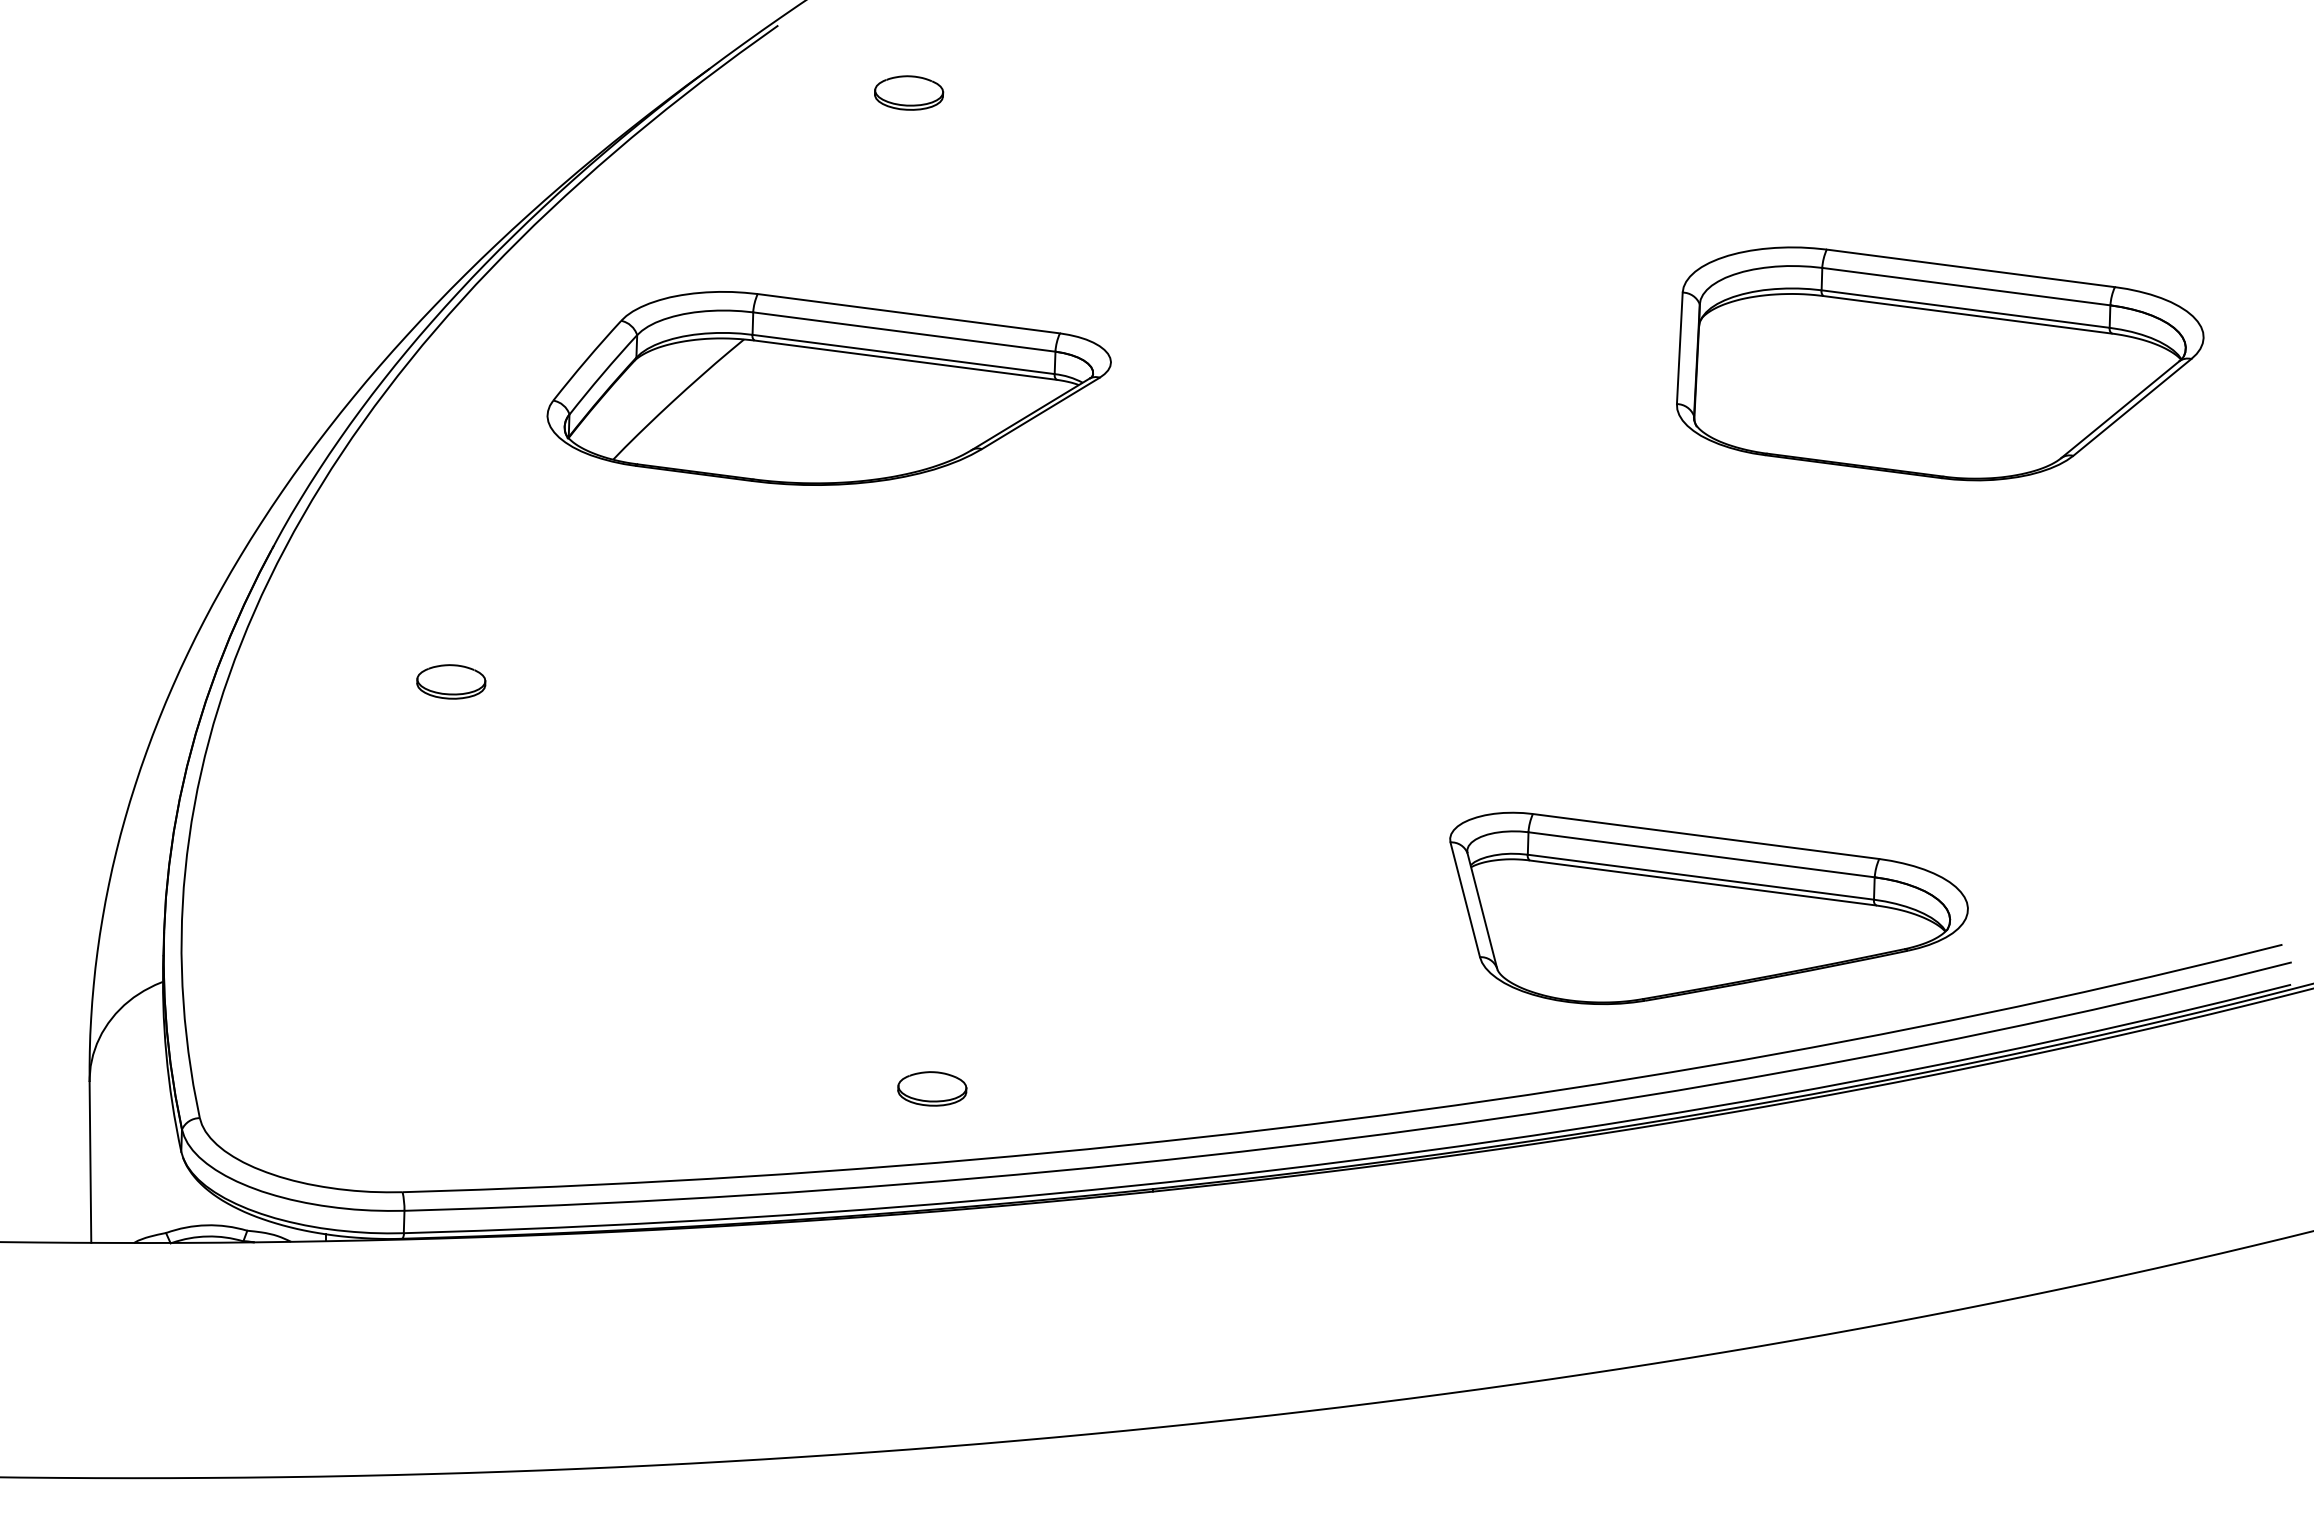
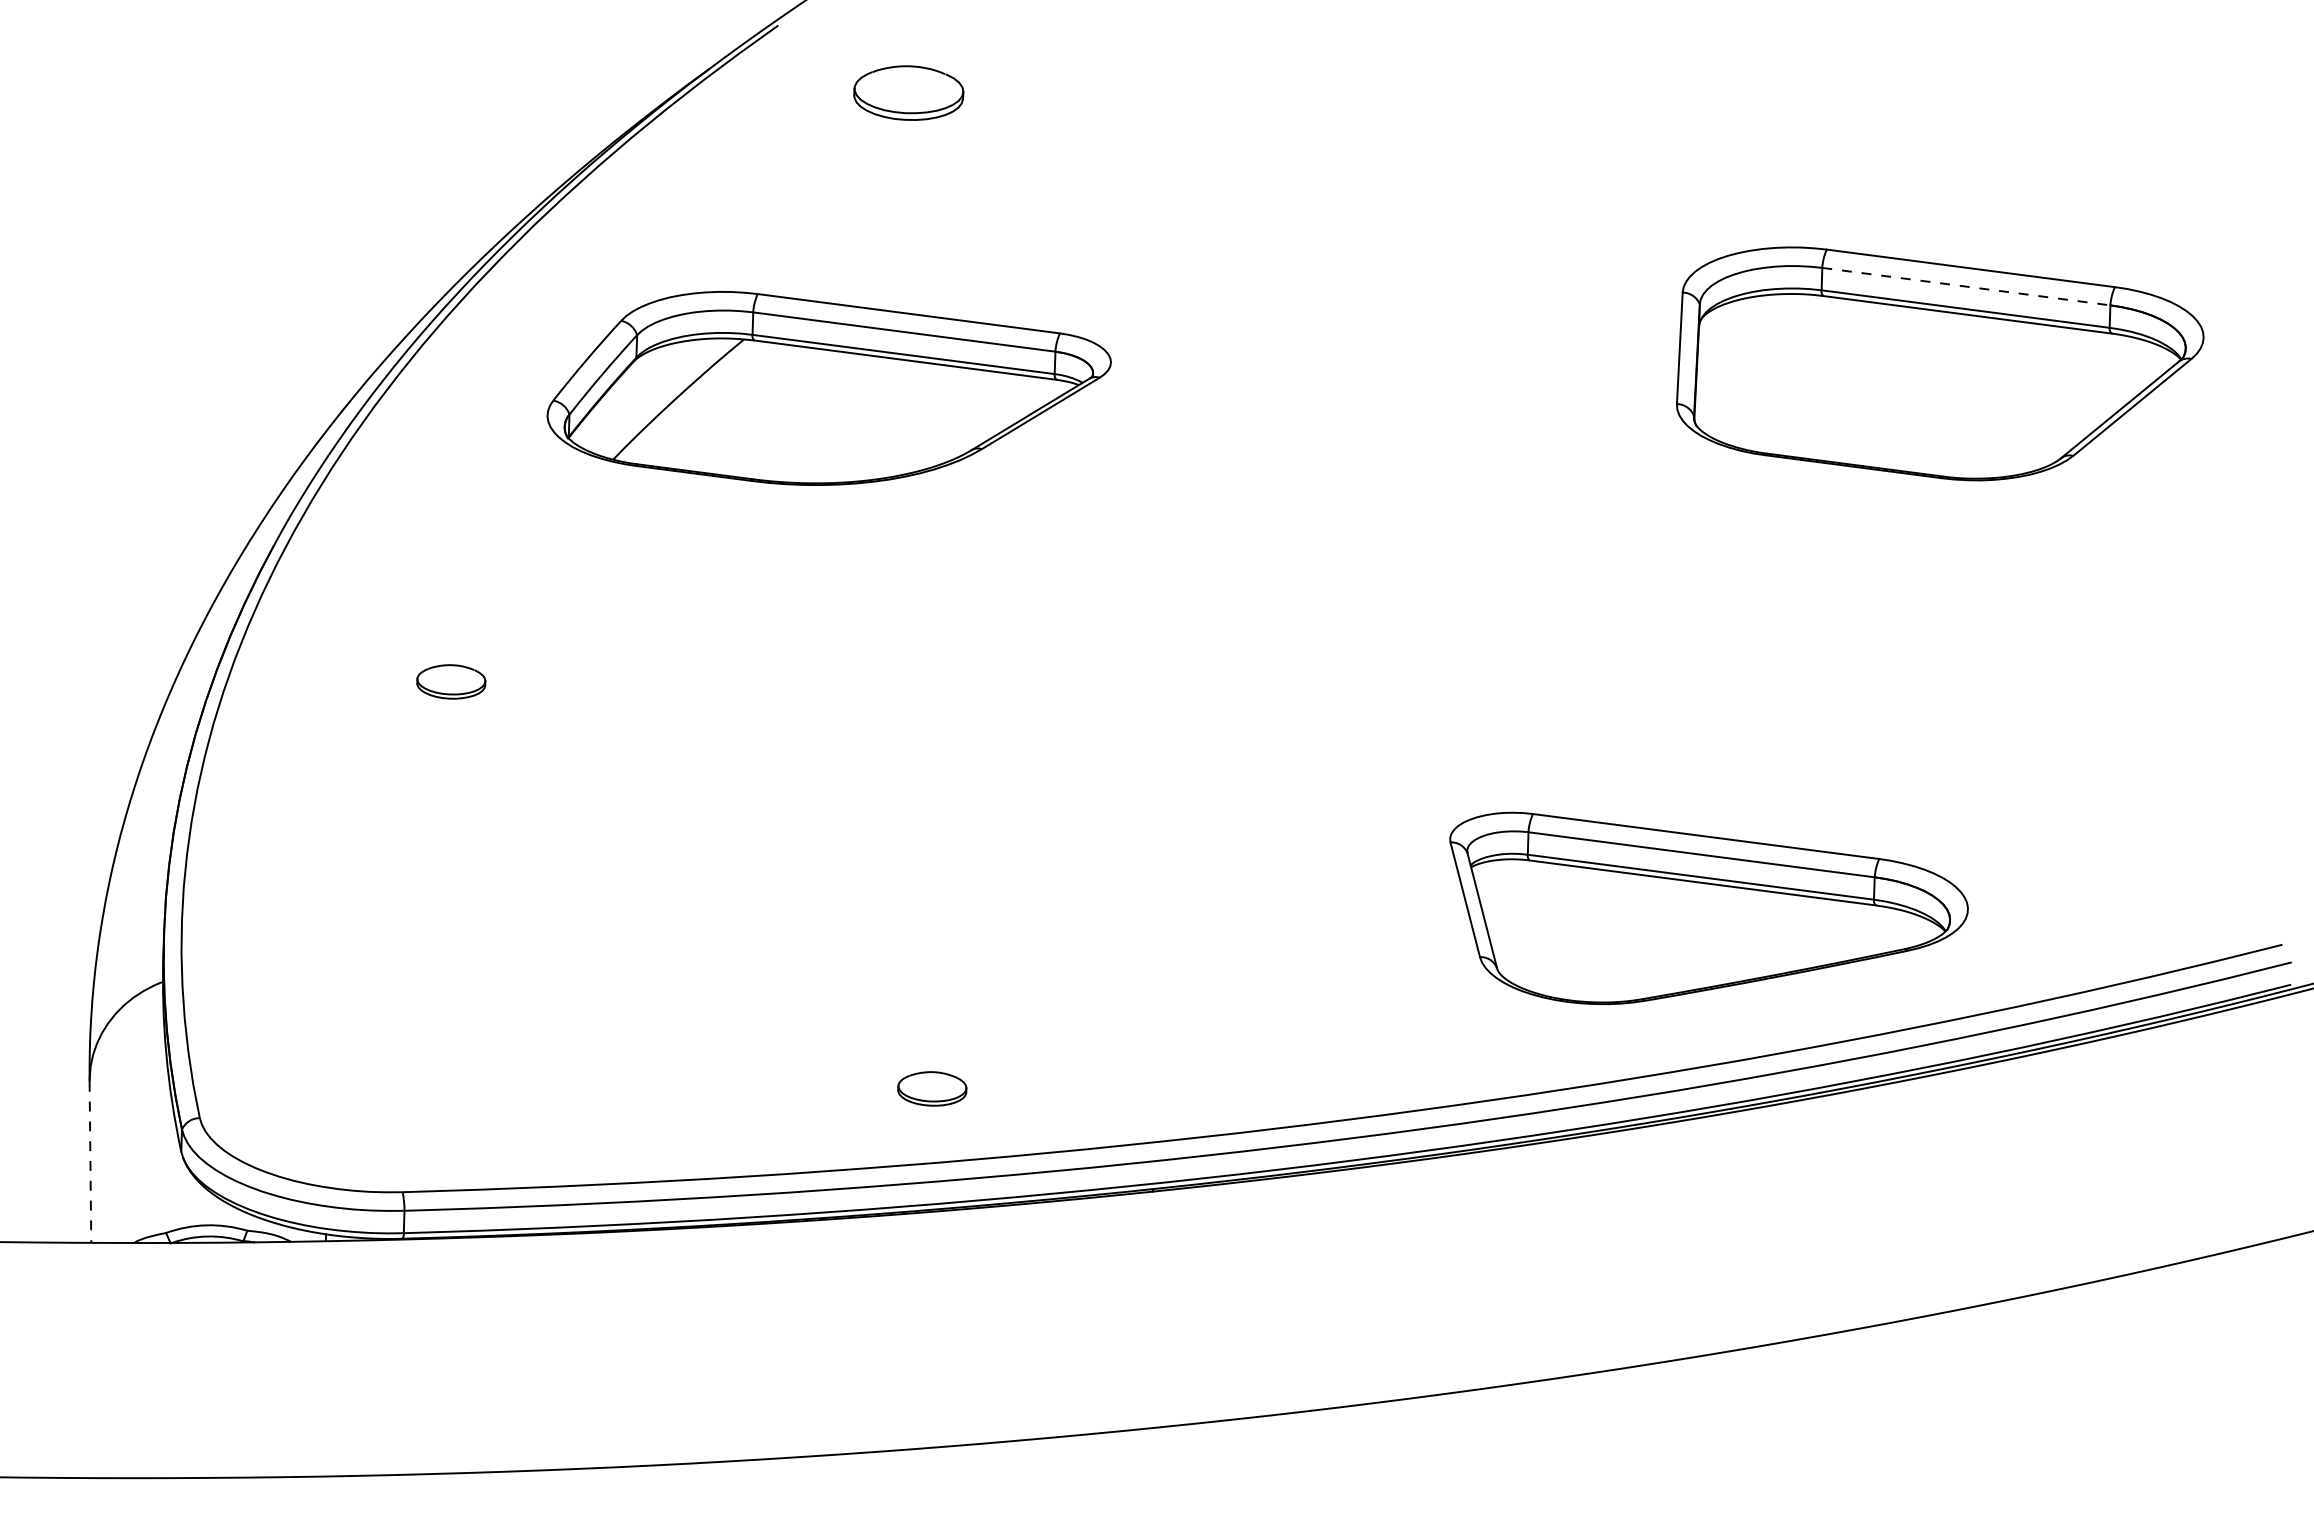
part at (909, 92) size: 71x36 px -> 112x56 px
line at (1966, 286): solid -> dashed
line at (90, 1162): solid -> dashed
